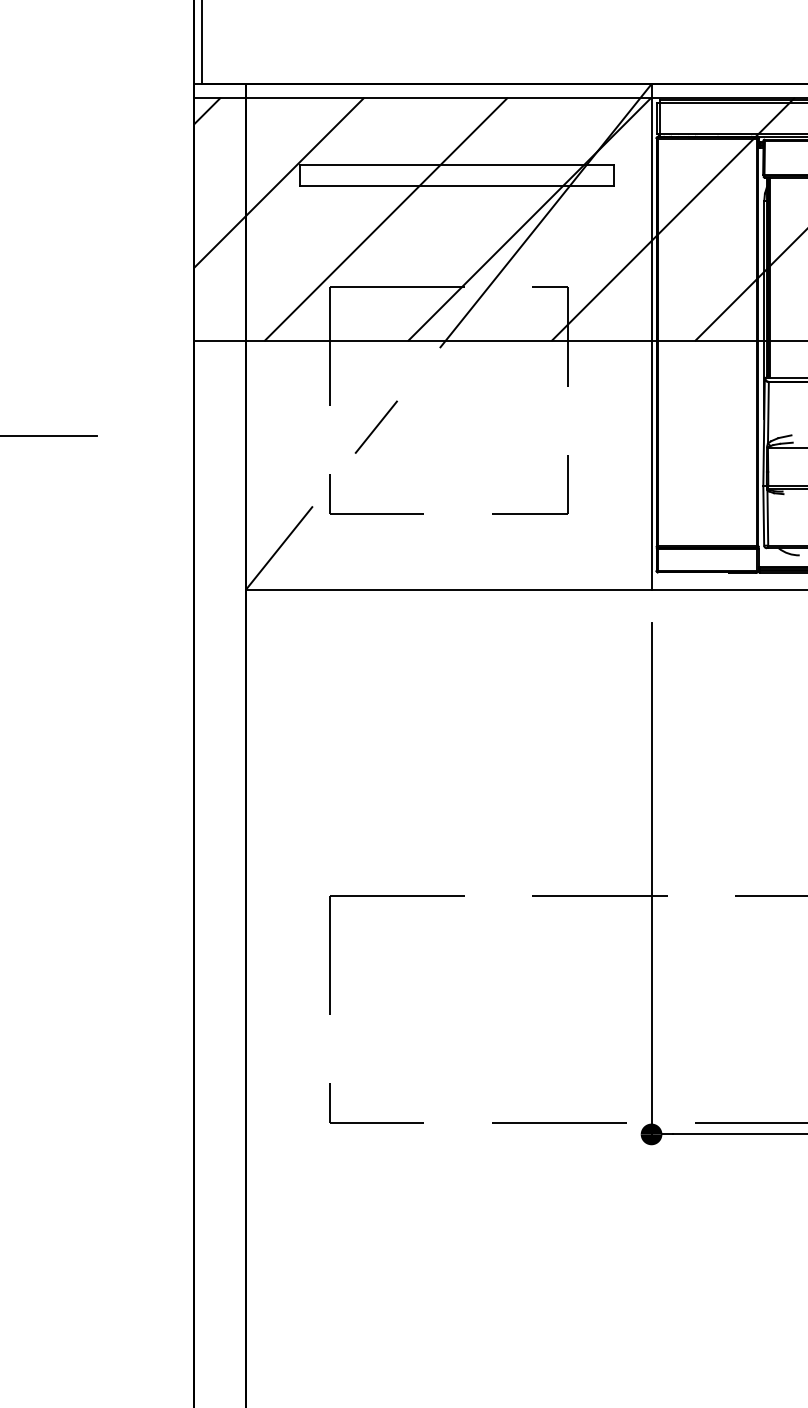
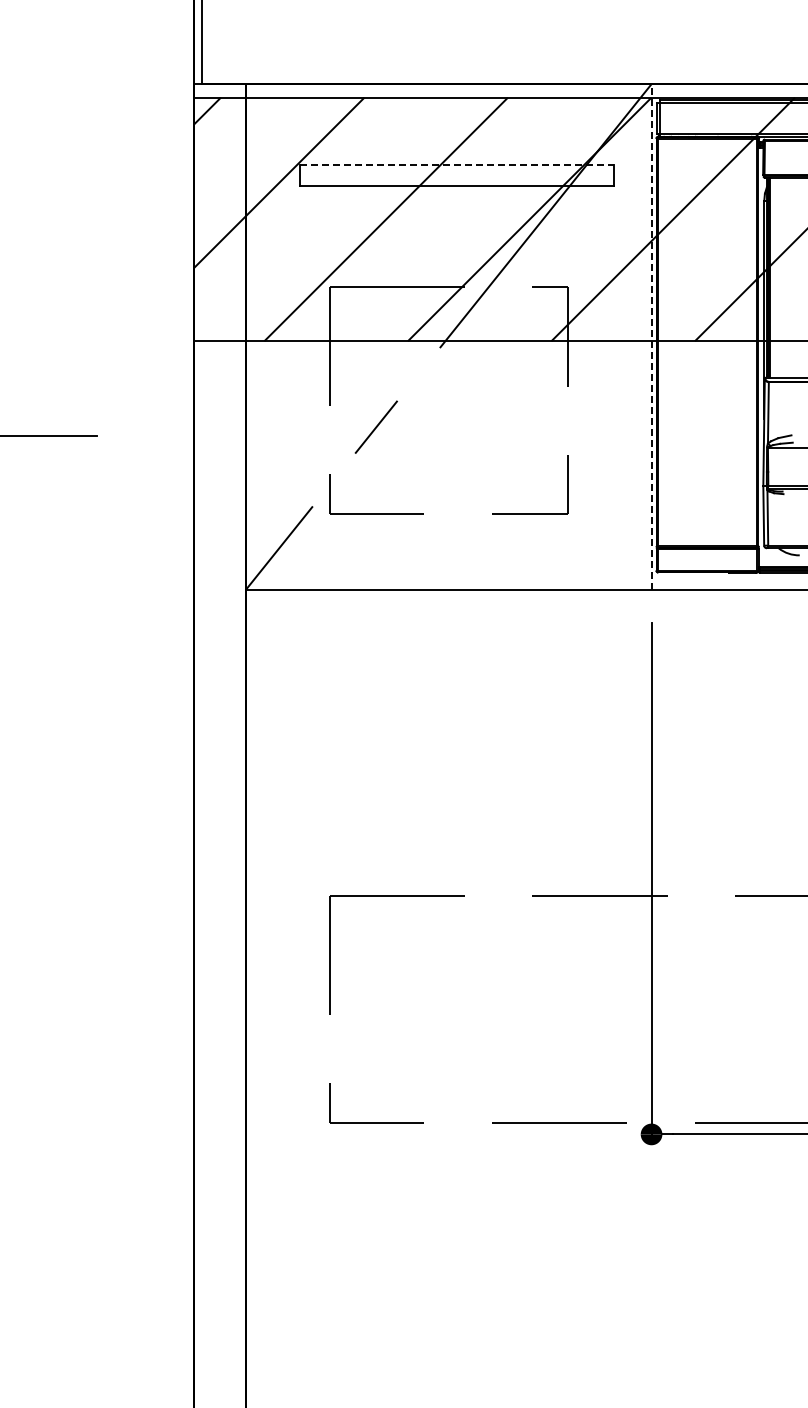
line at (456, 165): solid -> dashed
line at (651, 336): solid -> dashed
